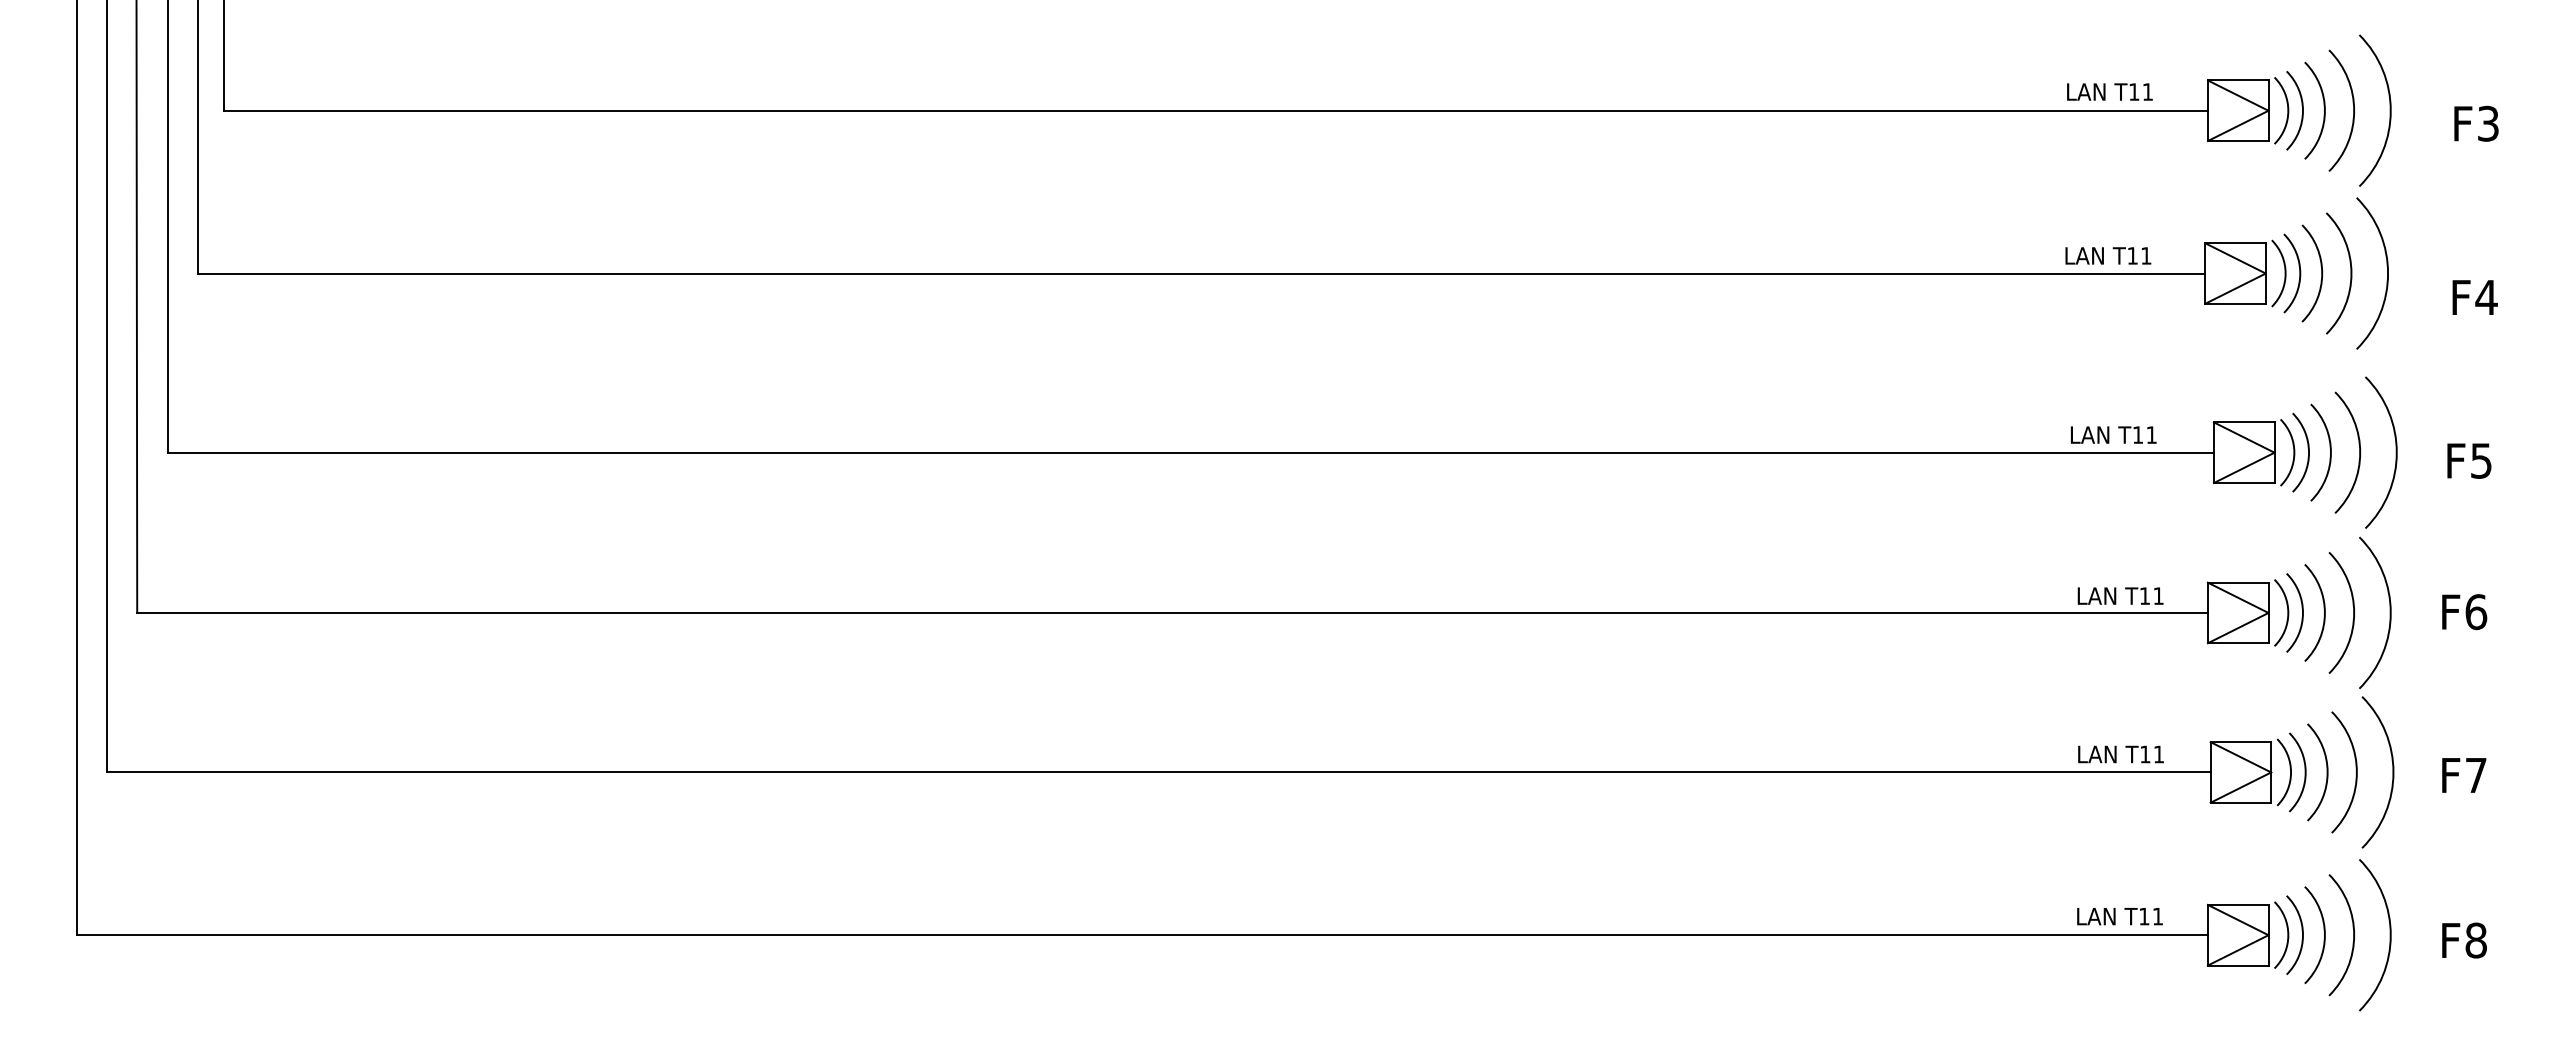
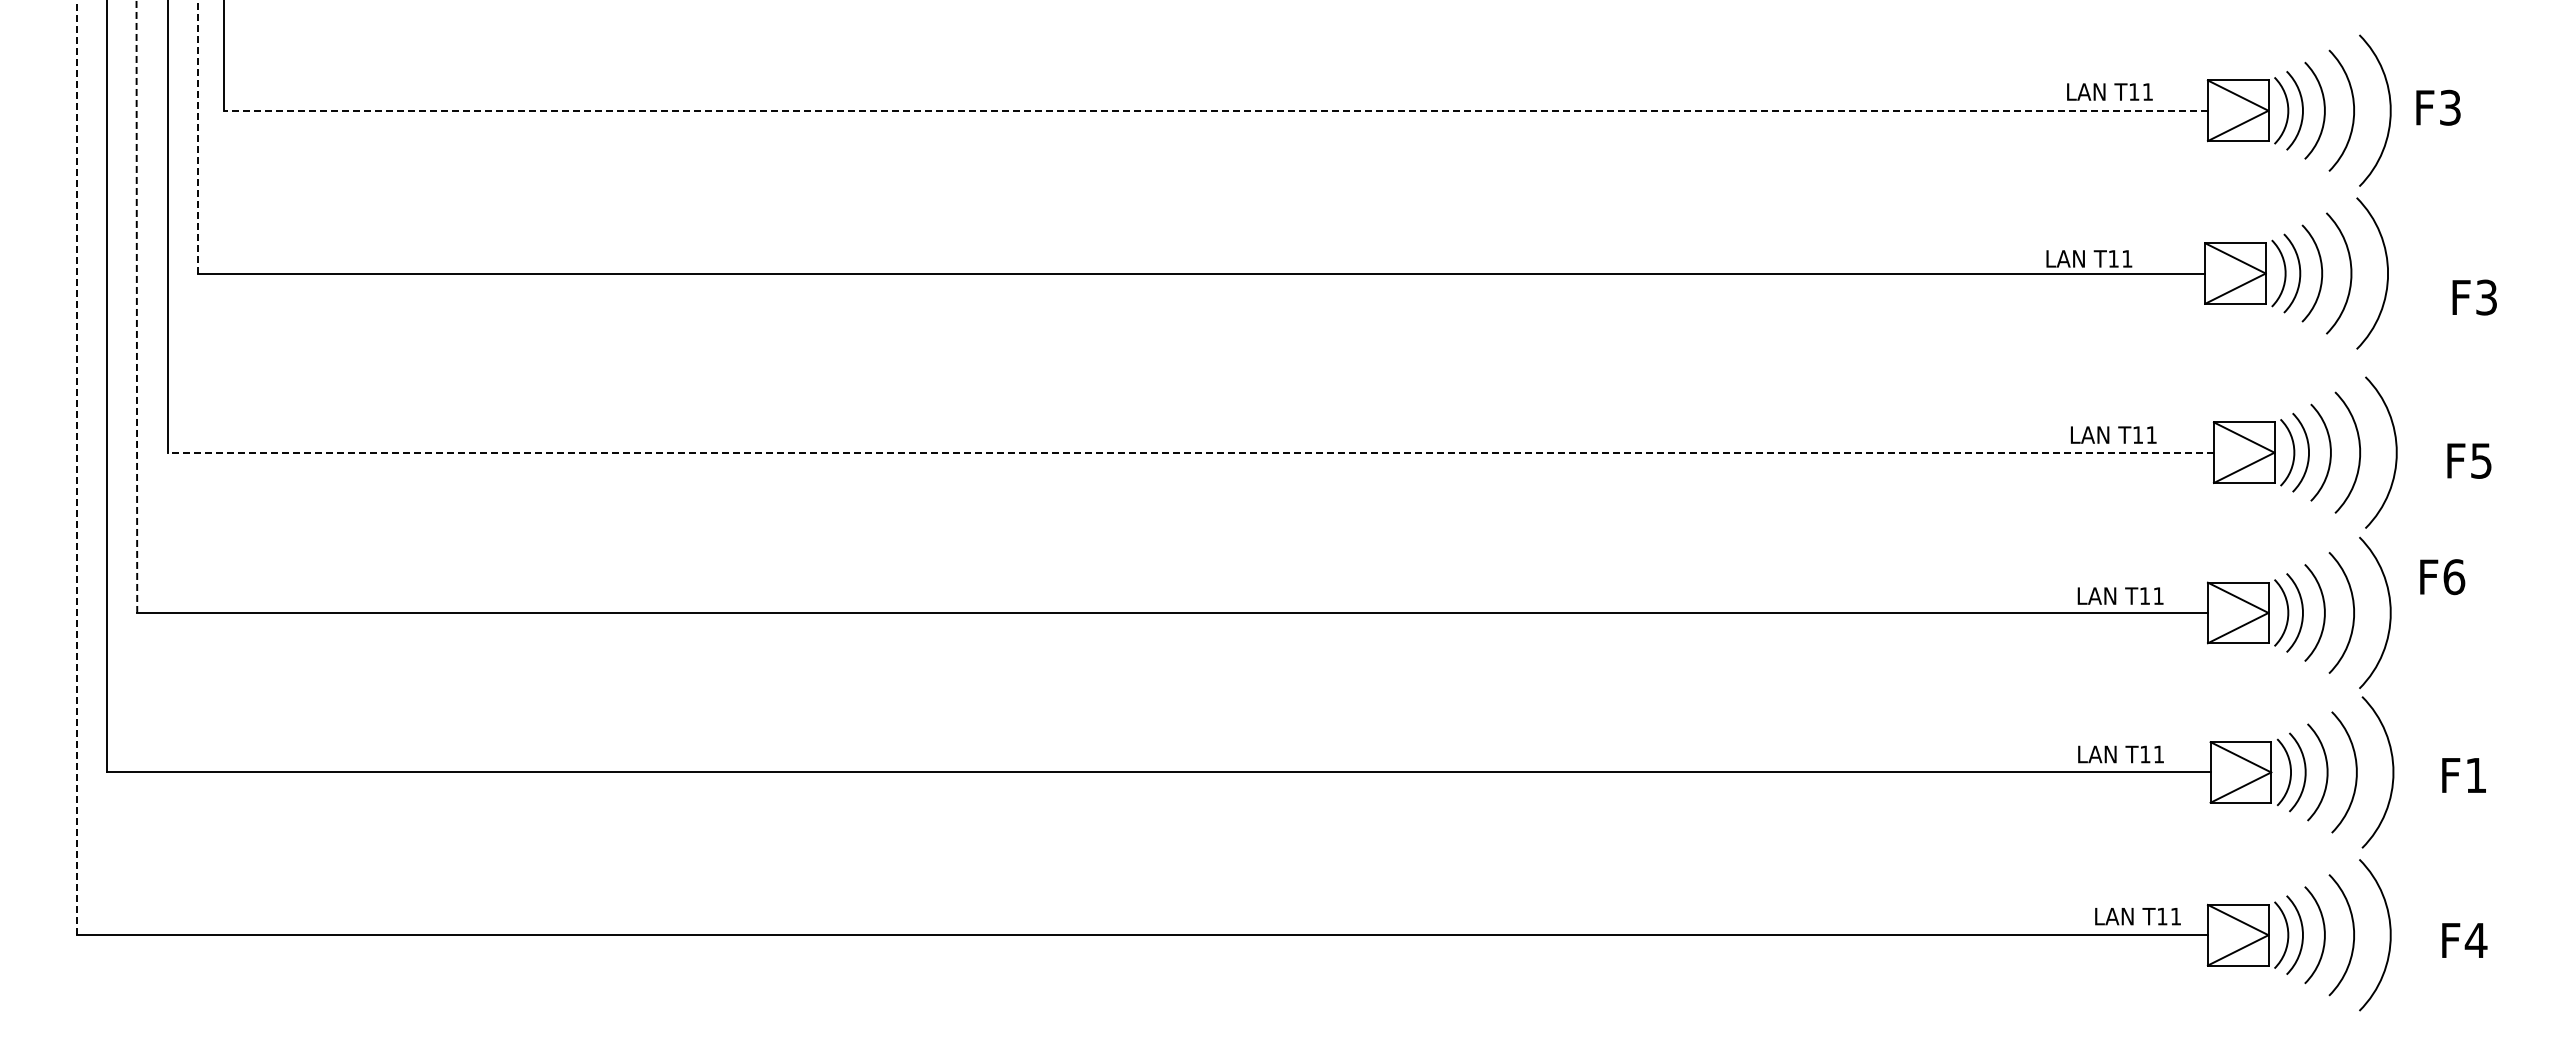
line at (1216, 110): solid -> dashed
text at (2476, 123) position: (2476, 123) -> (2438, 107)
line at (198, 136): solid -> dashed
text at (2108, 255) position: (2108, 255) -> (2089, 258)
text at (2486, 297): F4 -> F3
line at (136, 306): solid -> dashed
line at (1190, 452): solid -> dashed
line at (77, 467): solid -> dashed
text at (2464, 612) position: (2464, 612) -> (2442, 577)
text at (2476, 775): F7 -> F1
text at (2119, 916) position: (2119, 916) -> (2137, 916)
text at (2475, 940): F8 -> F4
